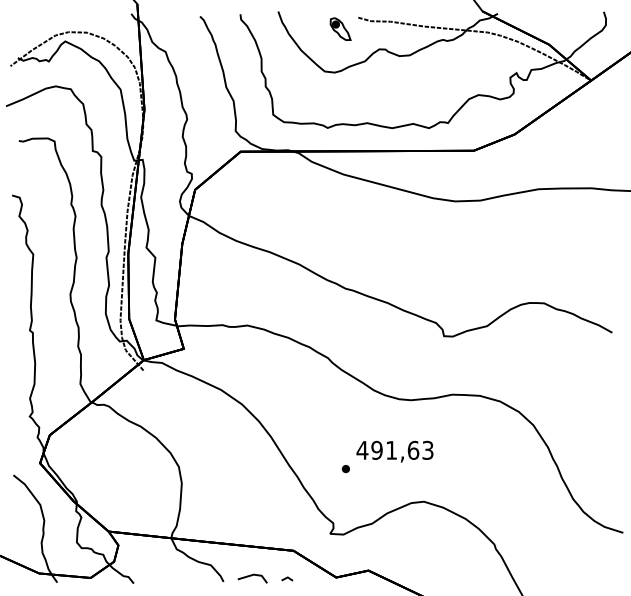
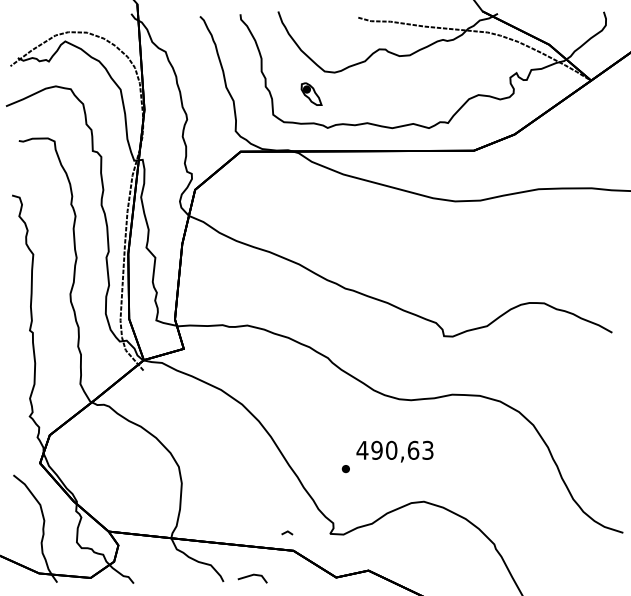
part at (340, 28) position: (340, 28) -> (311, 93)
text at (391, 449): 491,63 -> 490,63
line at (287, 578) position: (287, 578) -> (287, 532)
